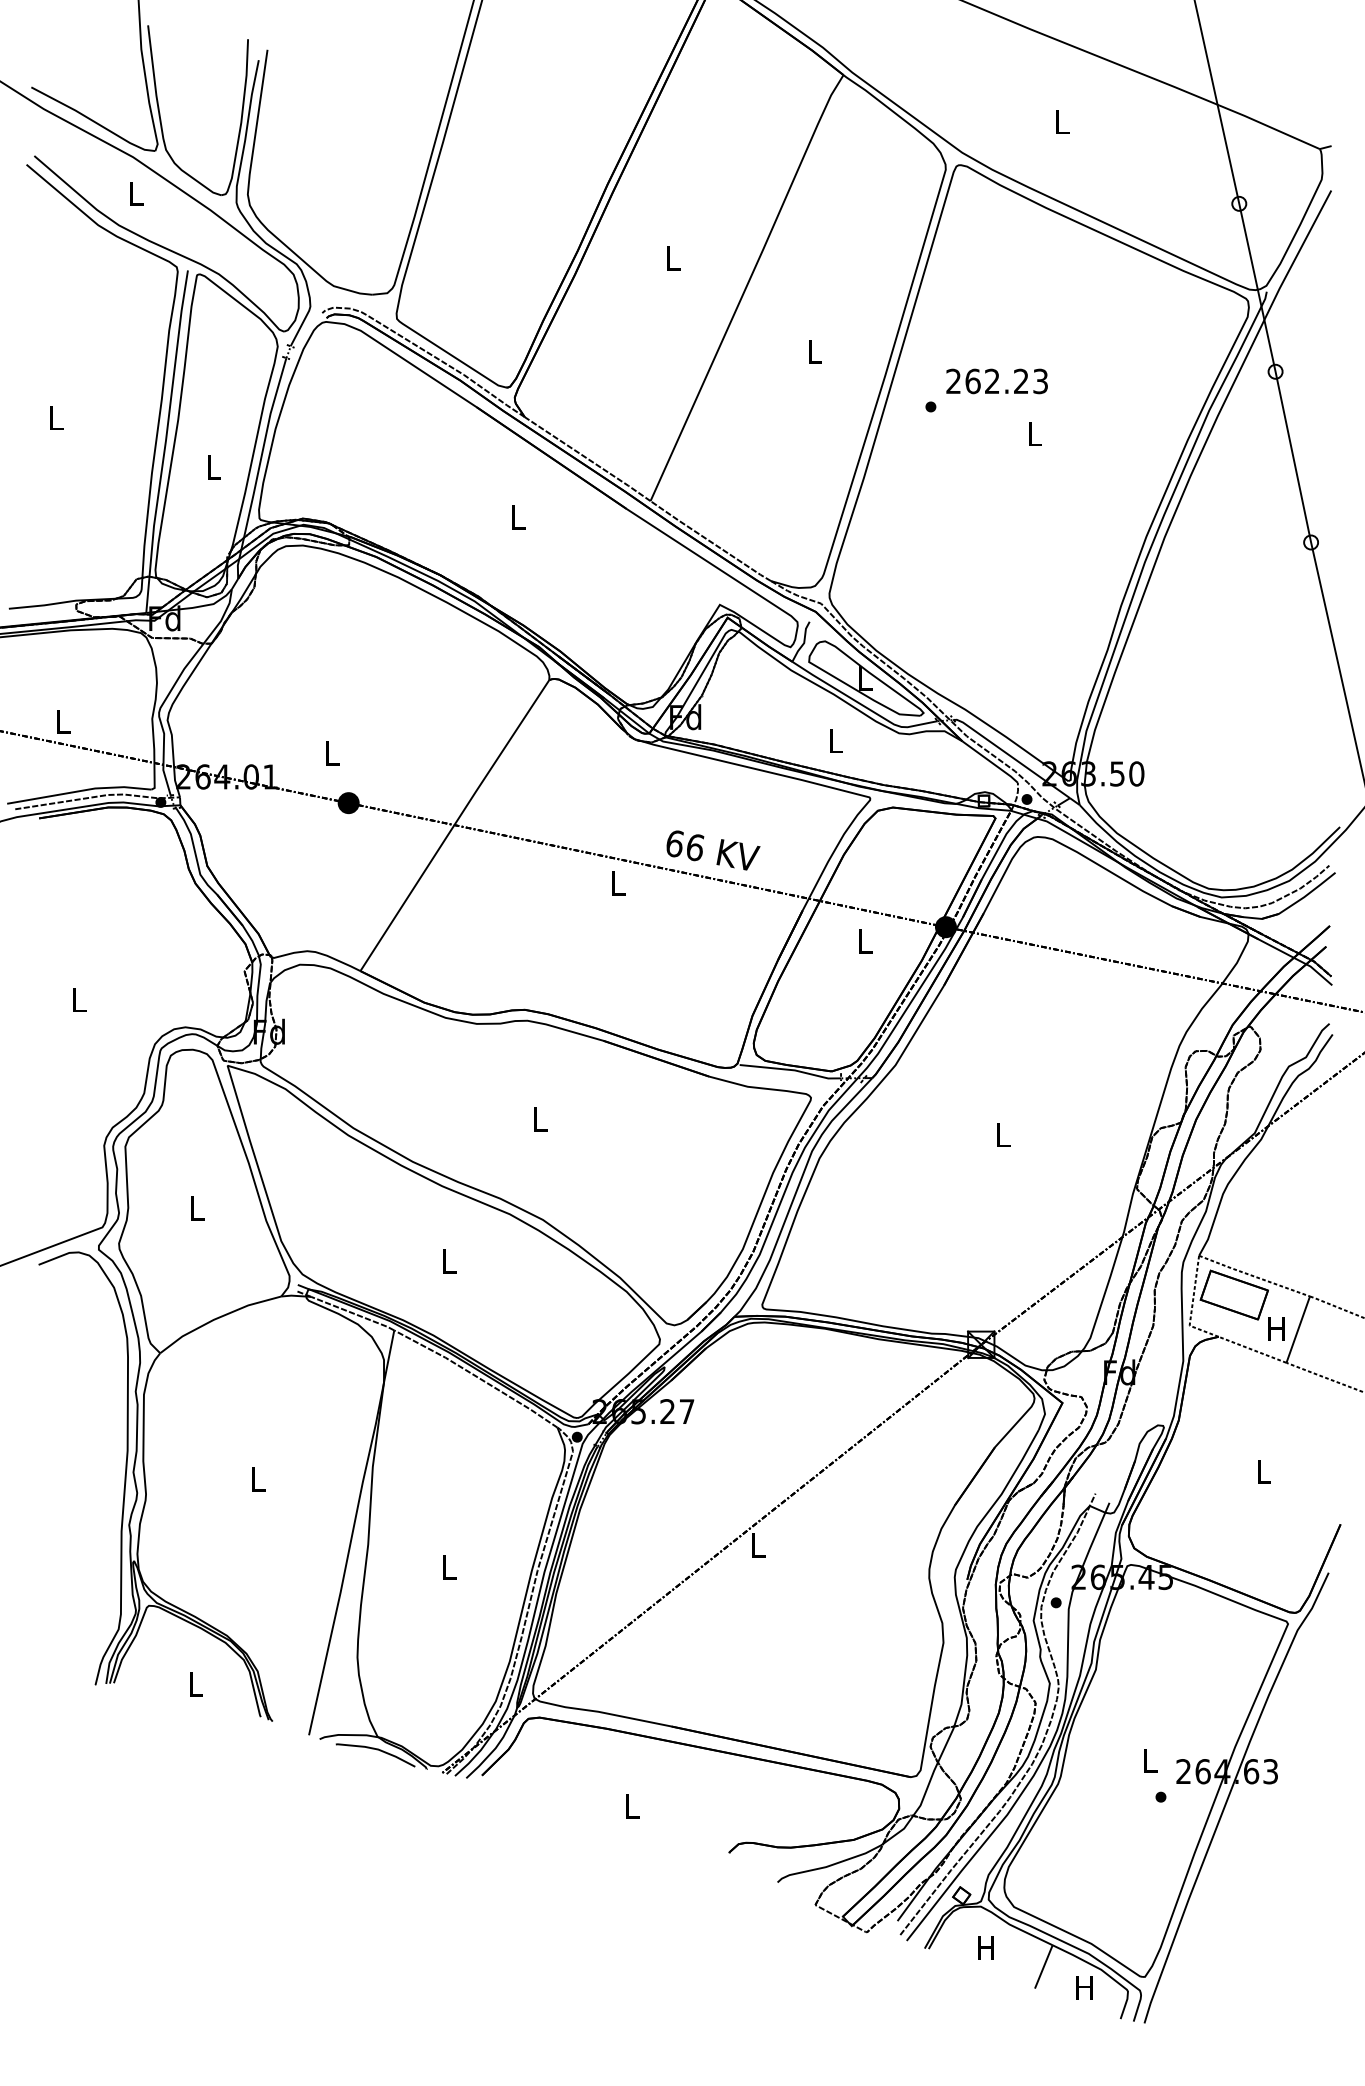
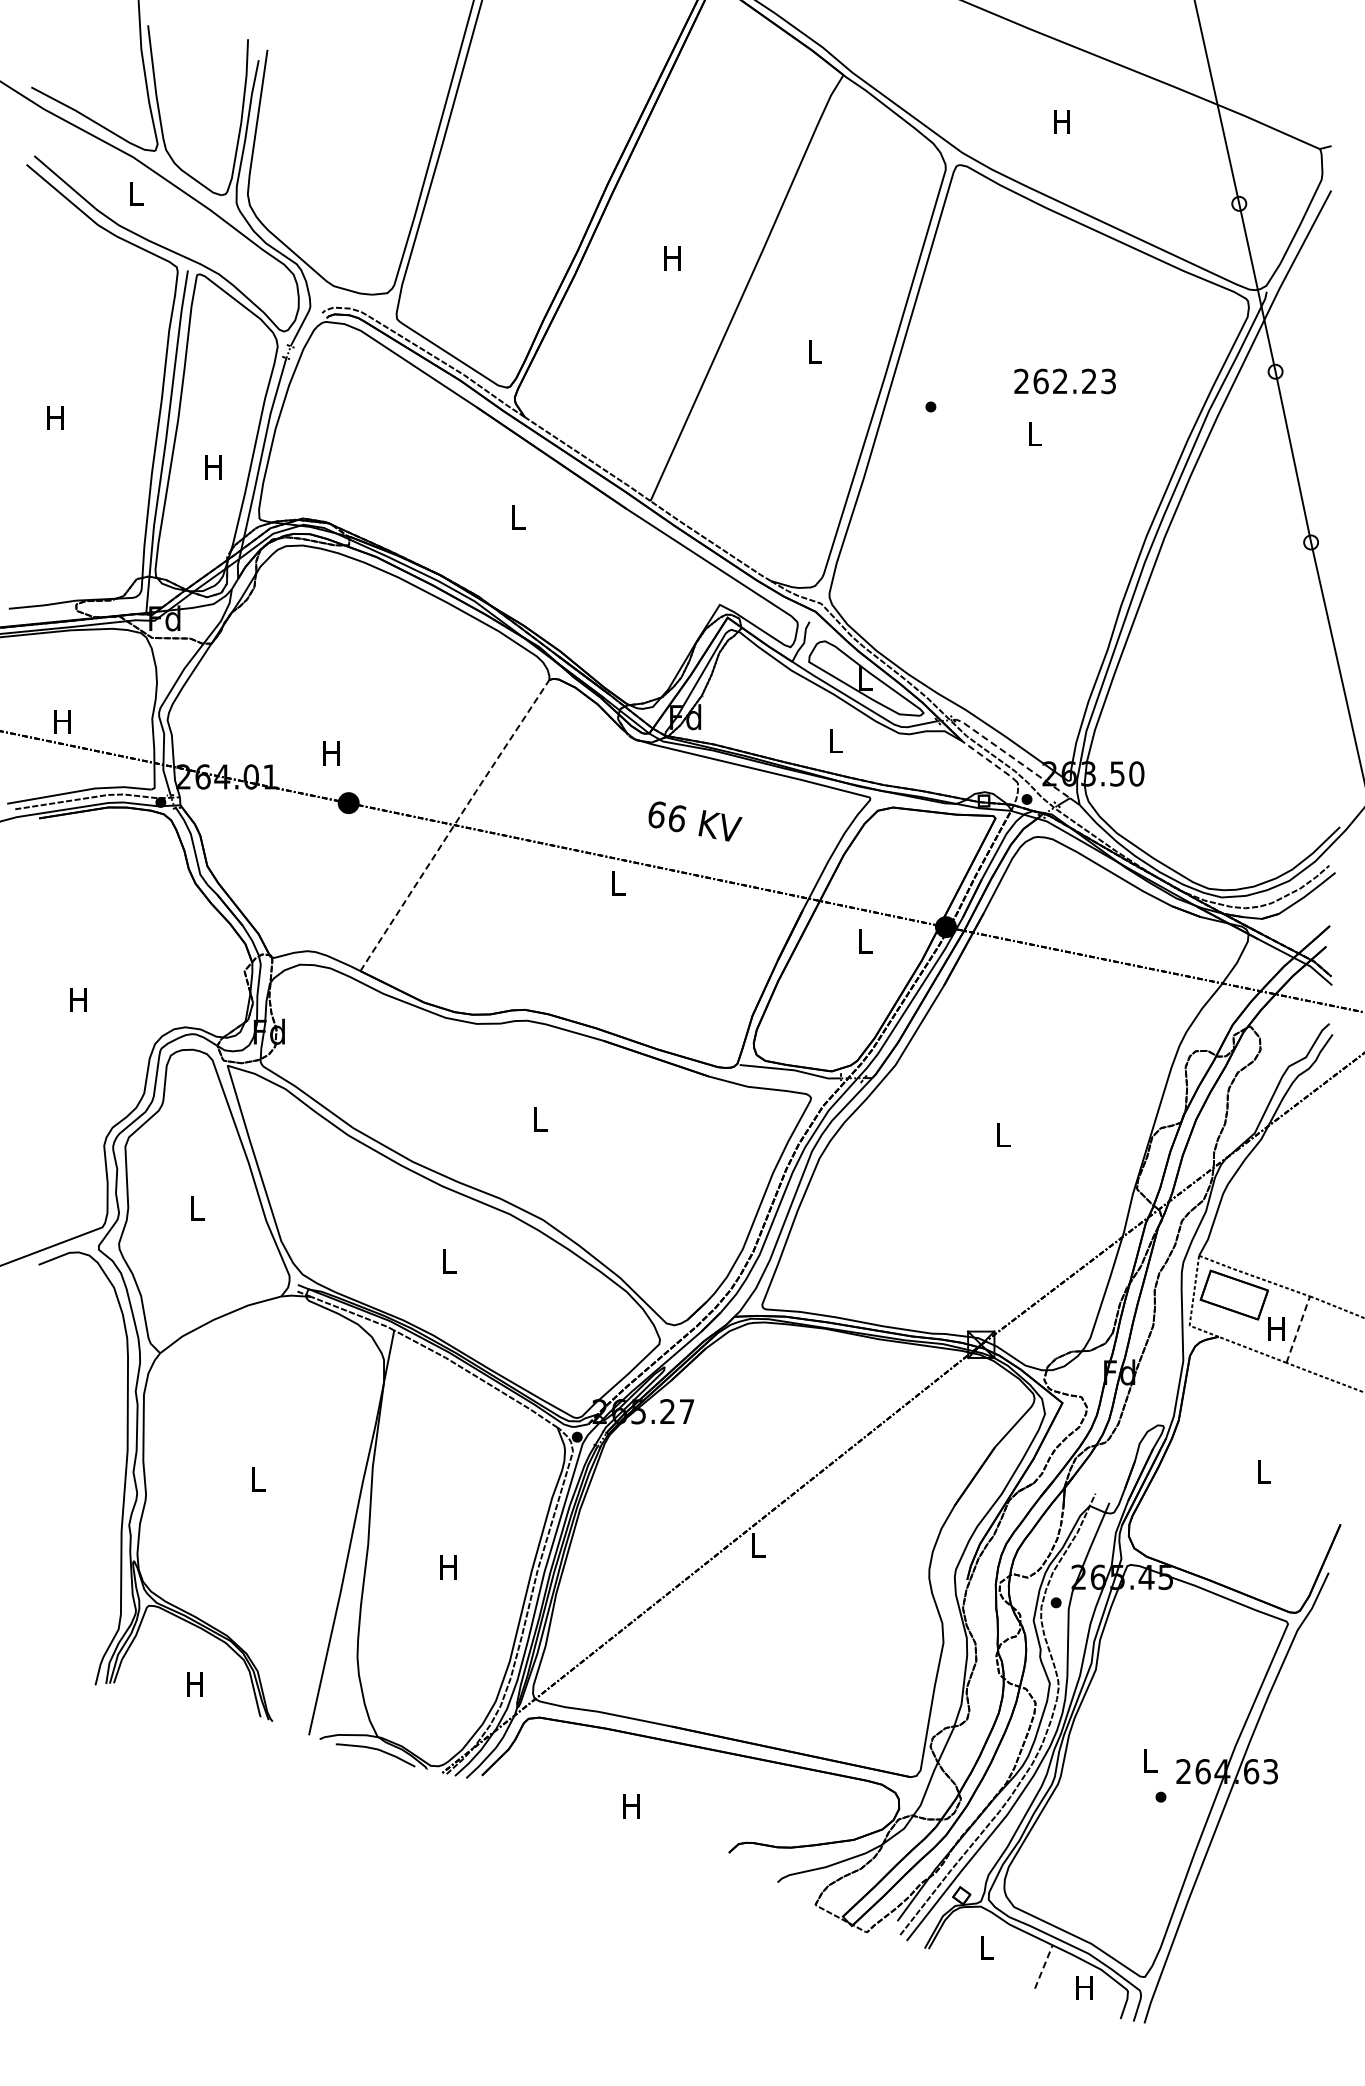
text at (1061, 121): L -> H
text at (672, 258): L -> H
text at (996, 381) position: (996, 381) -> (1064, 381)
text at (55, 417): L -> H
text at (213, 467): L -> H
text at (62, 721): L -> H
text at (331, 753): L -> H
line at (1011, 756): solid -> dashed
line at (990, 761): solid -> dashed
line at (454, 824): solid -> dashed
text at (713, 850) position: (713, 850) -> (695, 821)
text at (78, 999): L -> H
line at (1298, 1329): solid -> dashed
text at (448, 1567): L -> H
text at (194, 1684): L -> H
text at (631, 1806): L -> H
text at (985, 1947): H -> L
line at (1044, 1966): solid -> dashed
